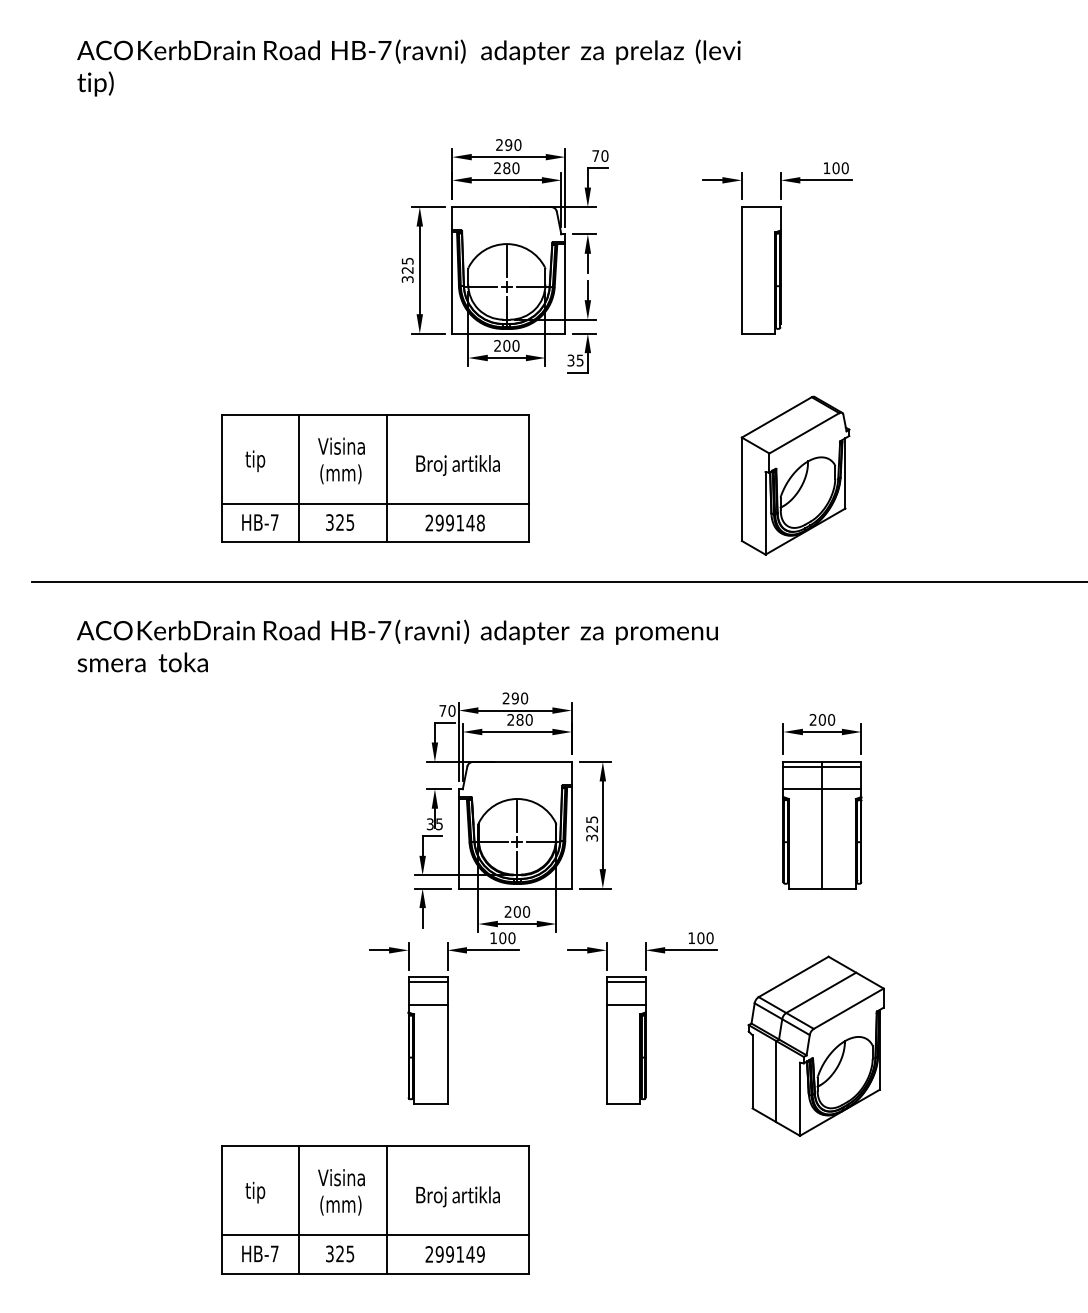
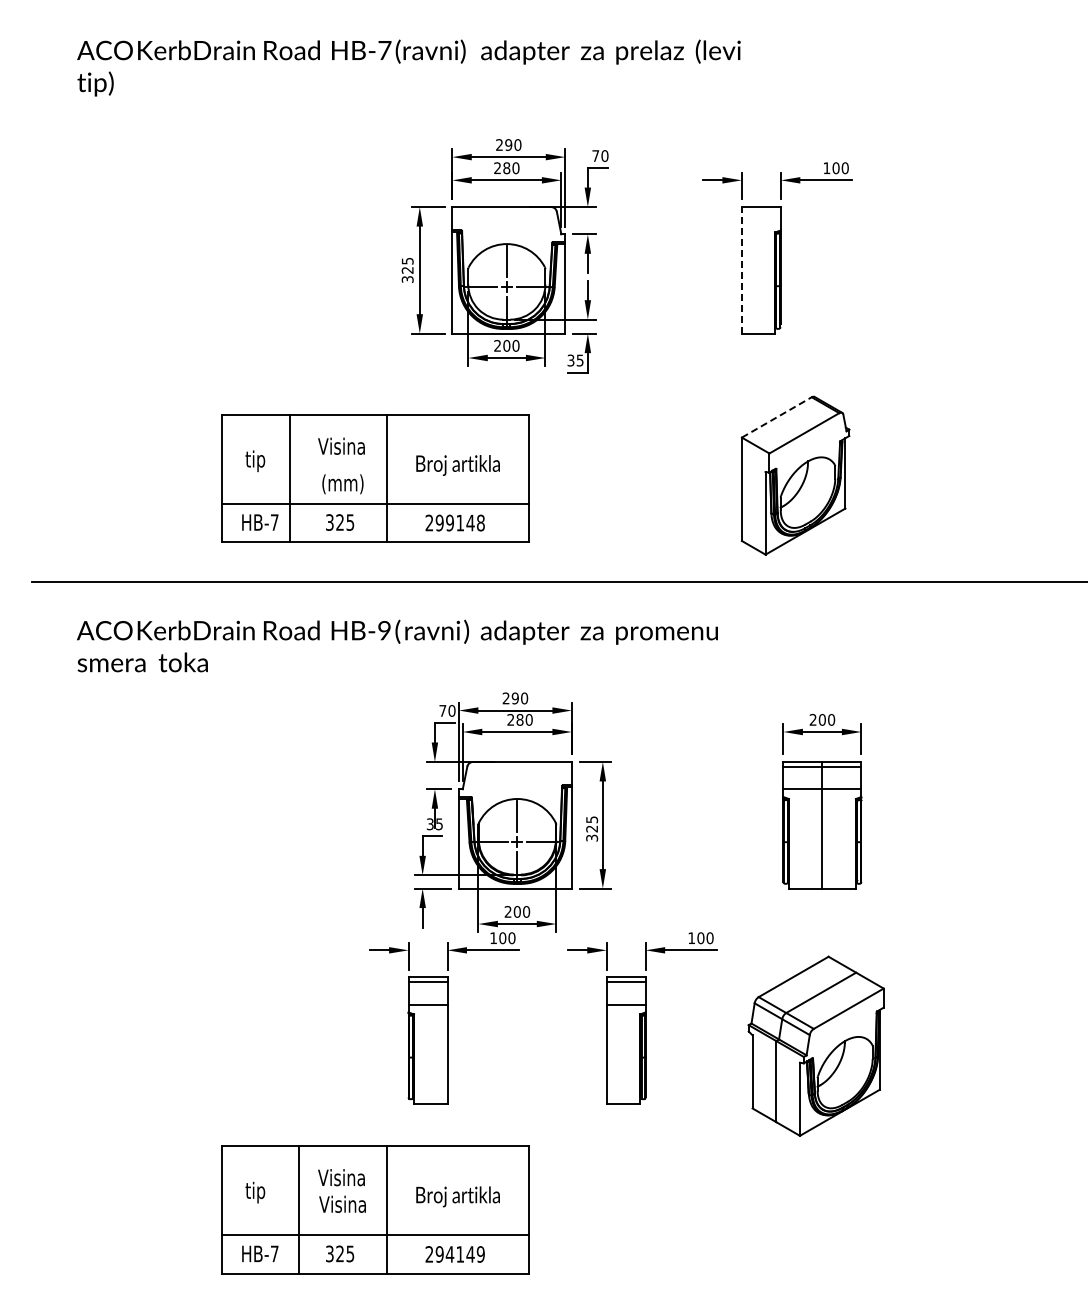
line at (741, 269): solid -> dashed
line at (777, 417): solid -> dashed
text at (340, 474) position: (340, 474) -> (342, 484)
line at (299, 478) position: (299, 478) -> (290, 478)
text at (384, 630): HB-7 -> HB-9
text at (342, 1205): (mm) -> Visina
text at (449, 1254): 299149 -> 294149
